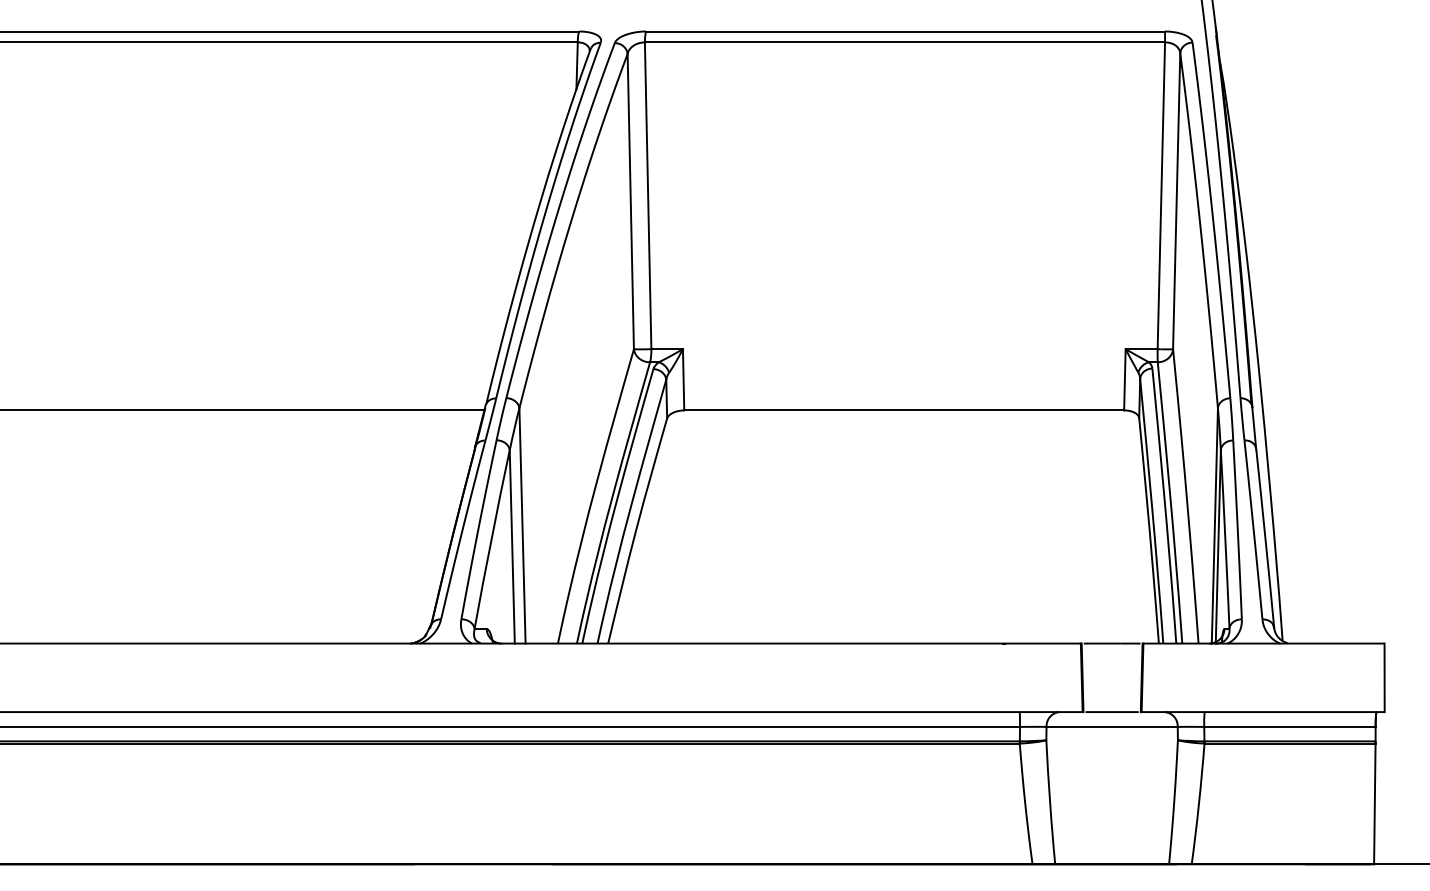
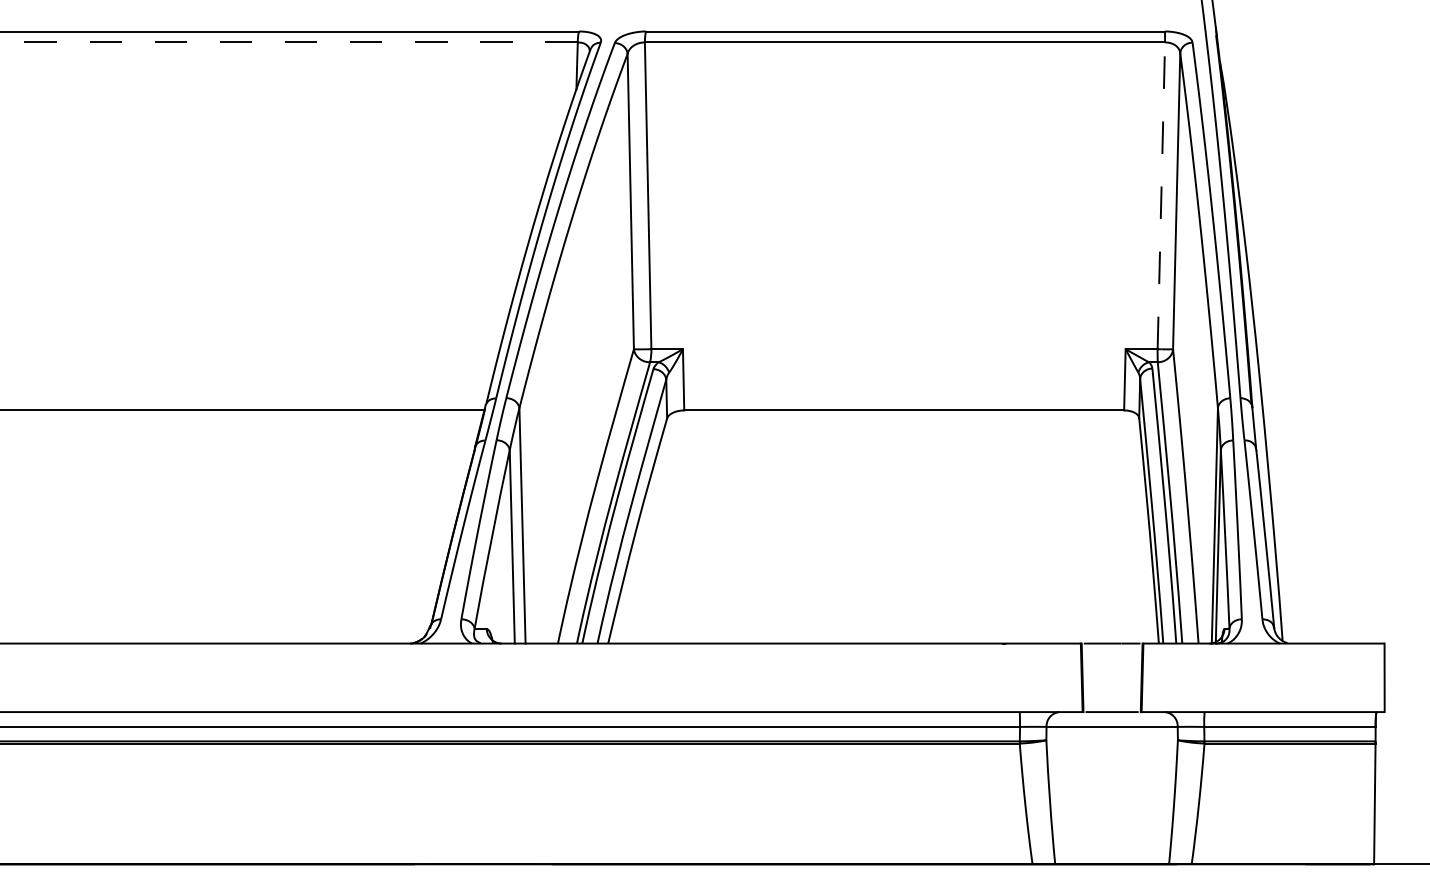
line at (288, 42): solid -> dashed
line at (1161, 195): solid -> dashed
